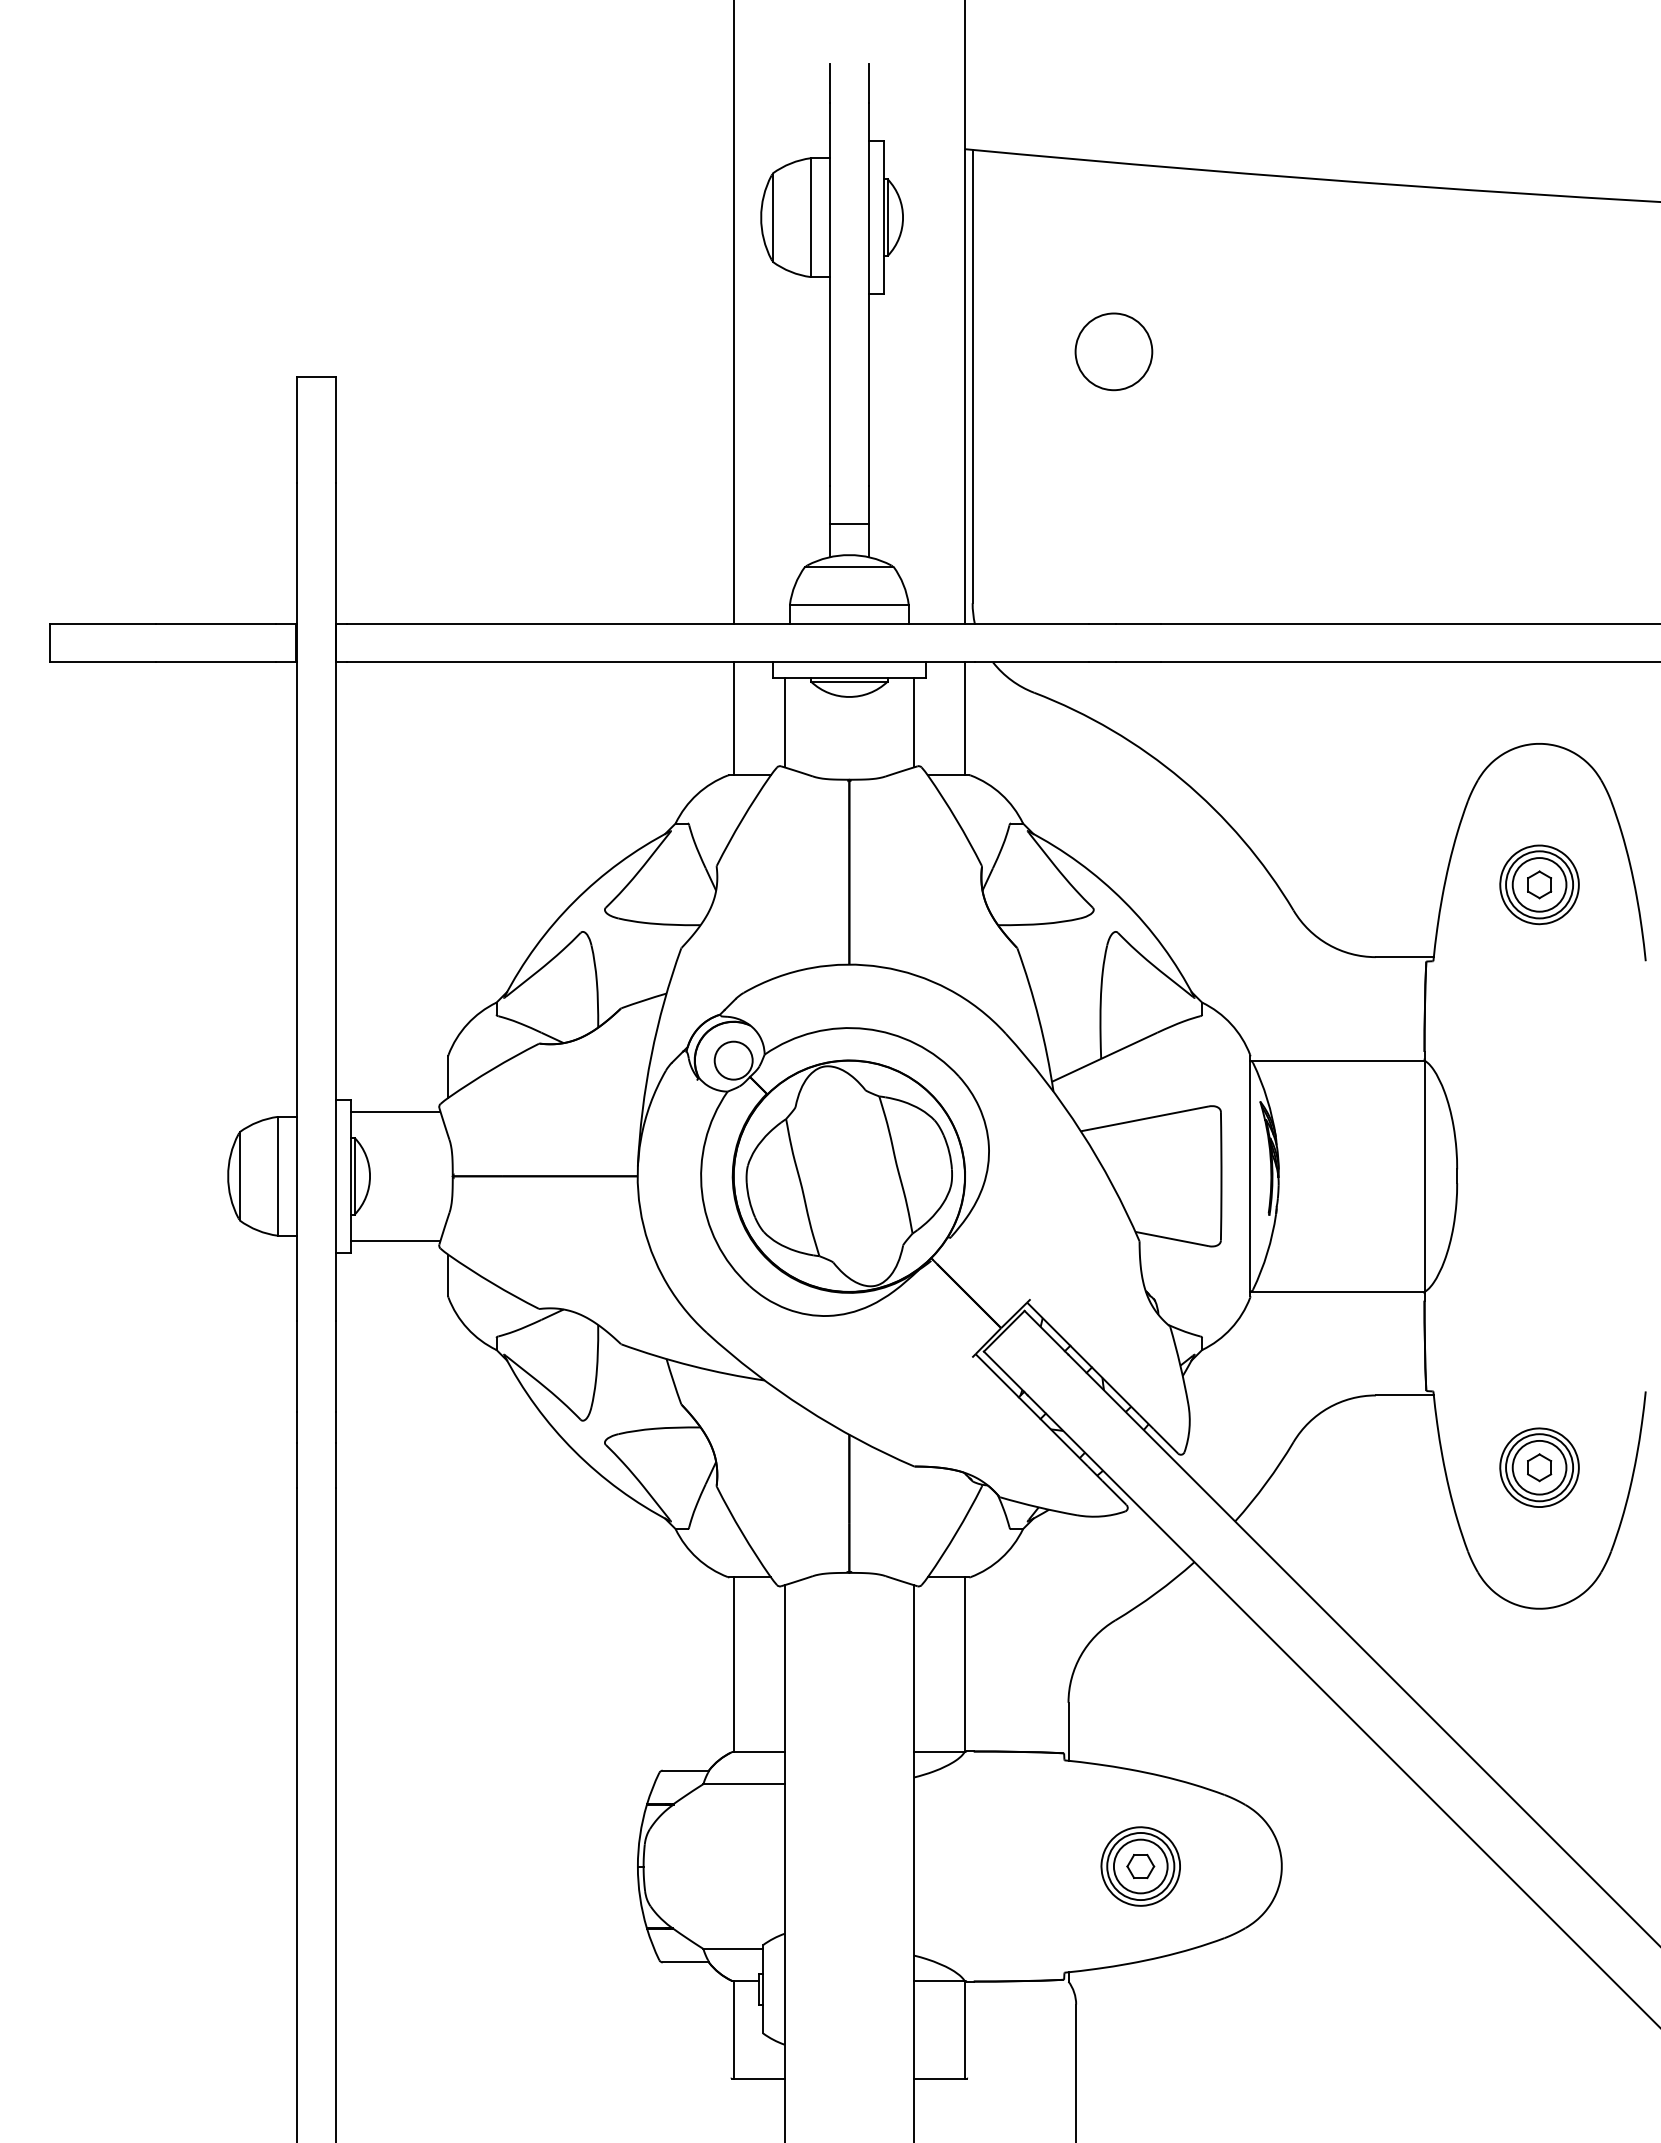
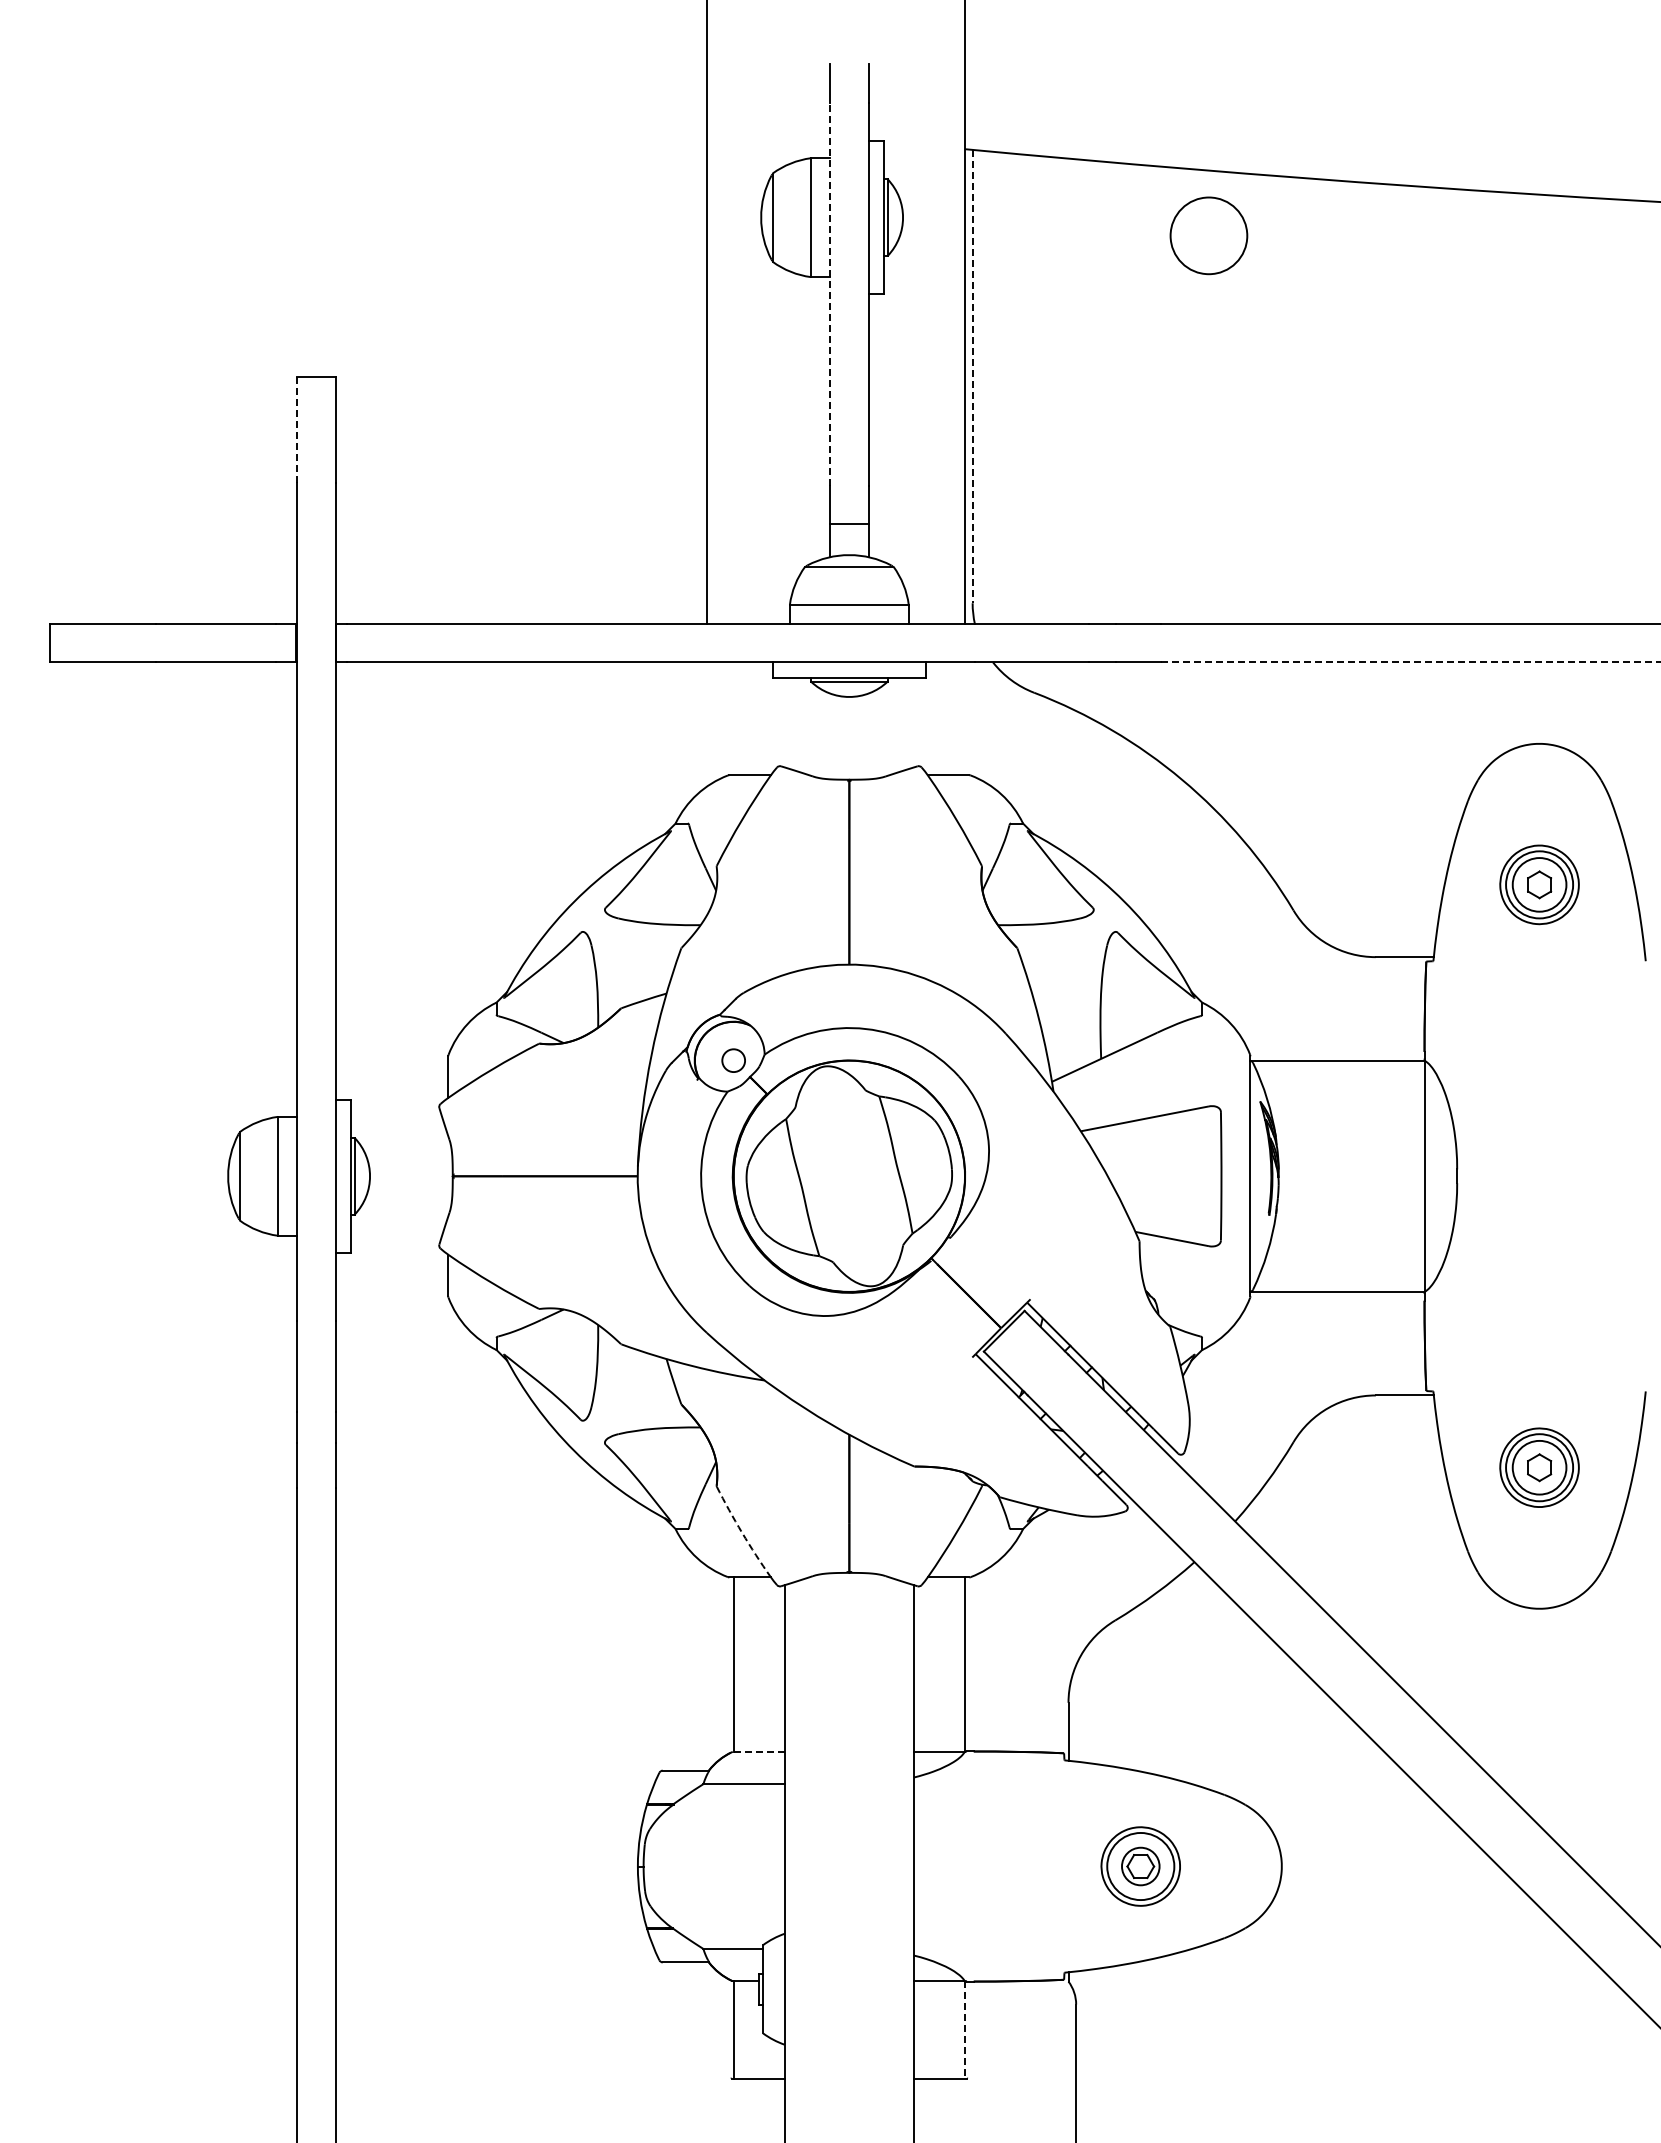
line at (830, 294): solid -> dashed
line at (733, 313) position: (733, 313) -> (706, 313)
circle at (1113, 351) position: (1113, 351) -> (1208, 235)
line at (972, 376): solid -> dashed
line at (297, 429): solid -> dashed
line at (1410, 662): solid -> dashed
line at (733, 718): present -> none
line at (964, 718): present -> none
line at (784, 722): present -> none
line at (913, 722): present -> none
circle at (733, 1060) diameter: 38 px -> 23 px
line at (395, 1111): present -> none
line at (395, 1240): present -> none
arc at (742, 1532): solid -> dashed
line at (758, 1751): solid -> dashed
circle at (1140, 1866) diameter: 54 px -> 38 px
line at (964, 2029): solid -> dashed
